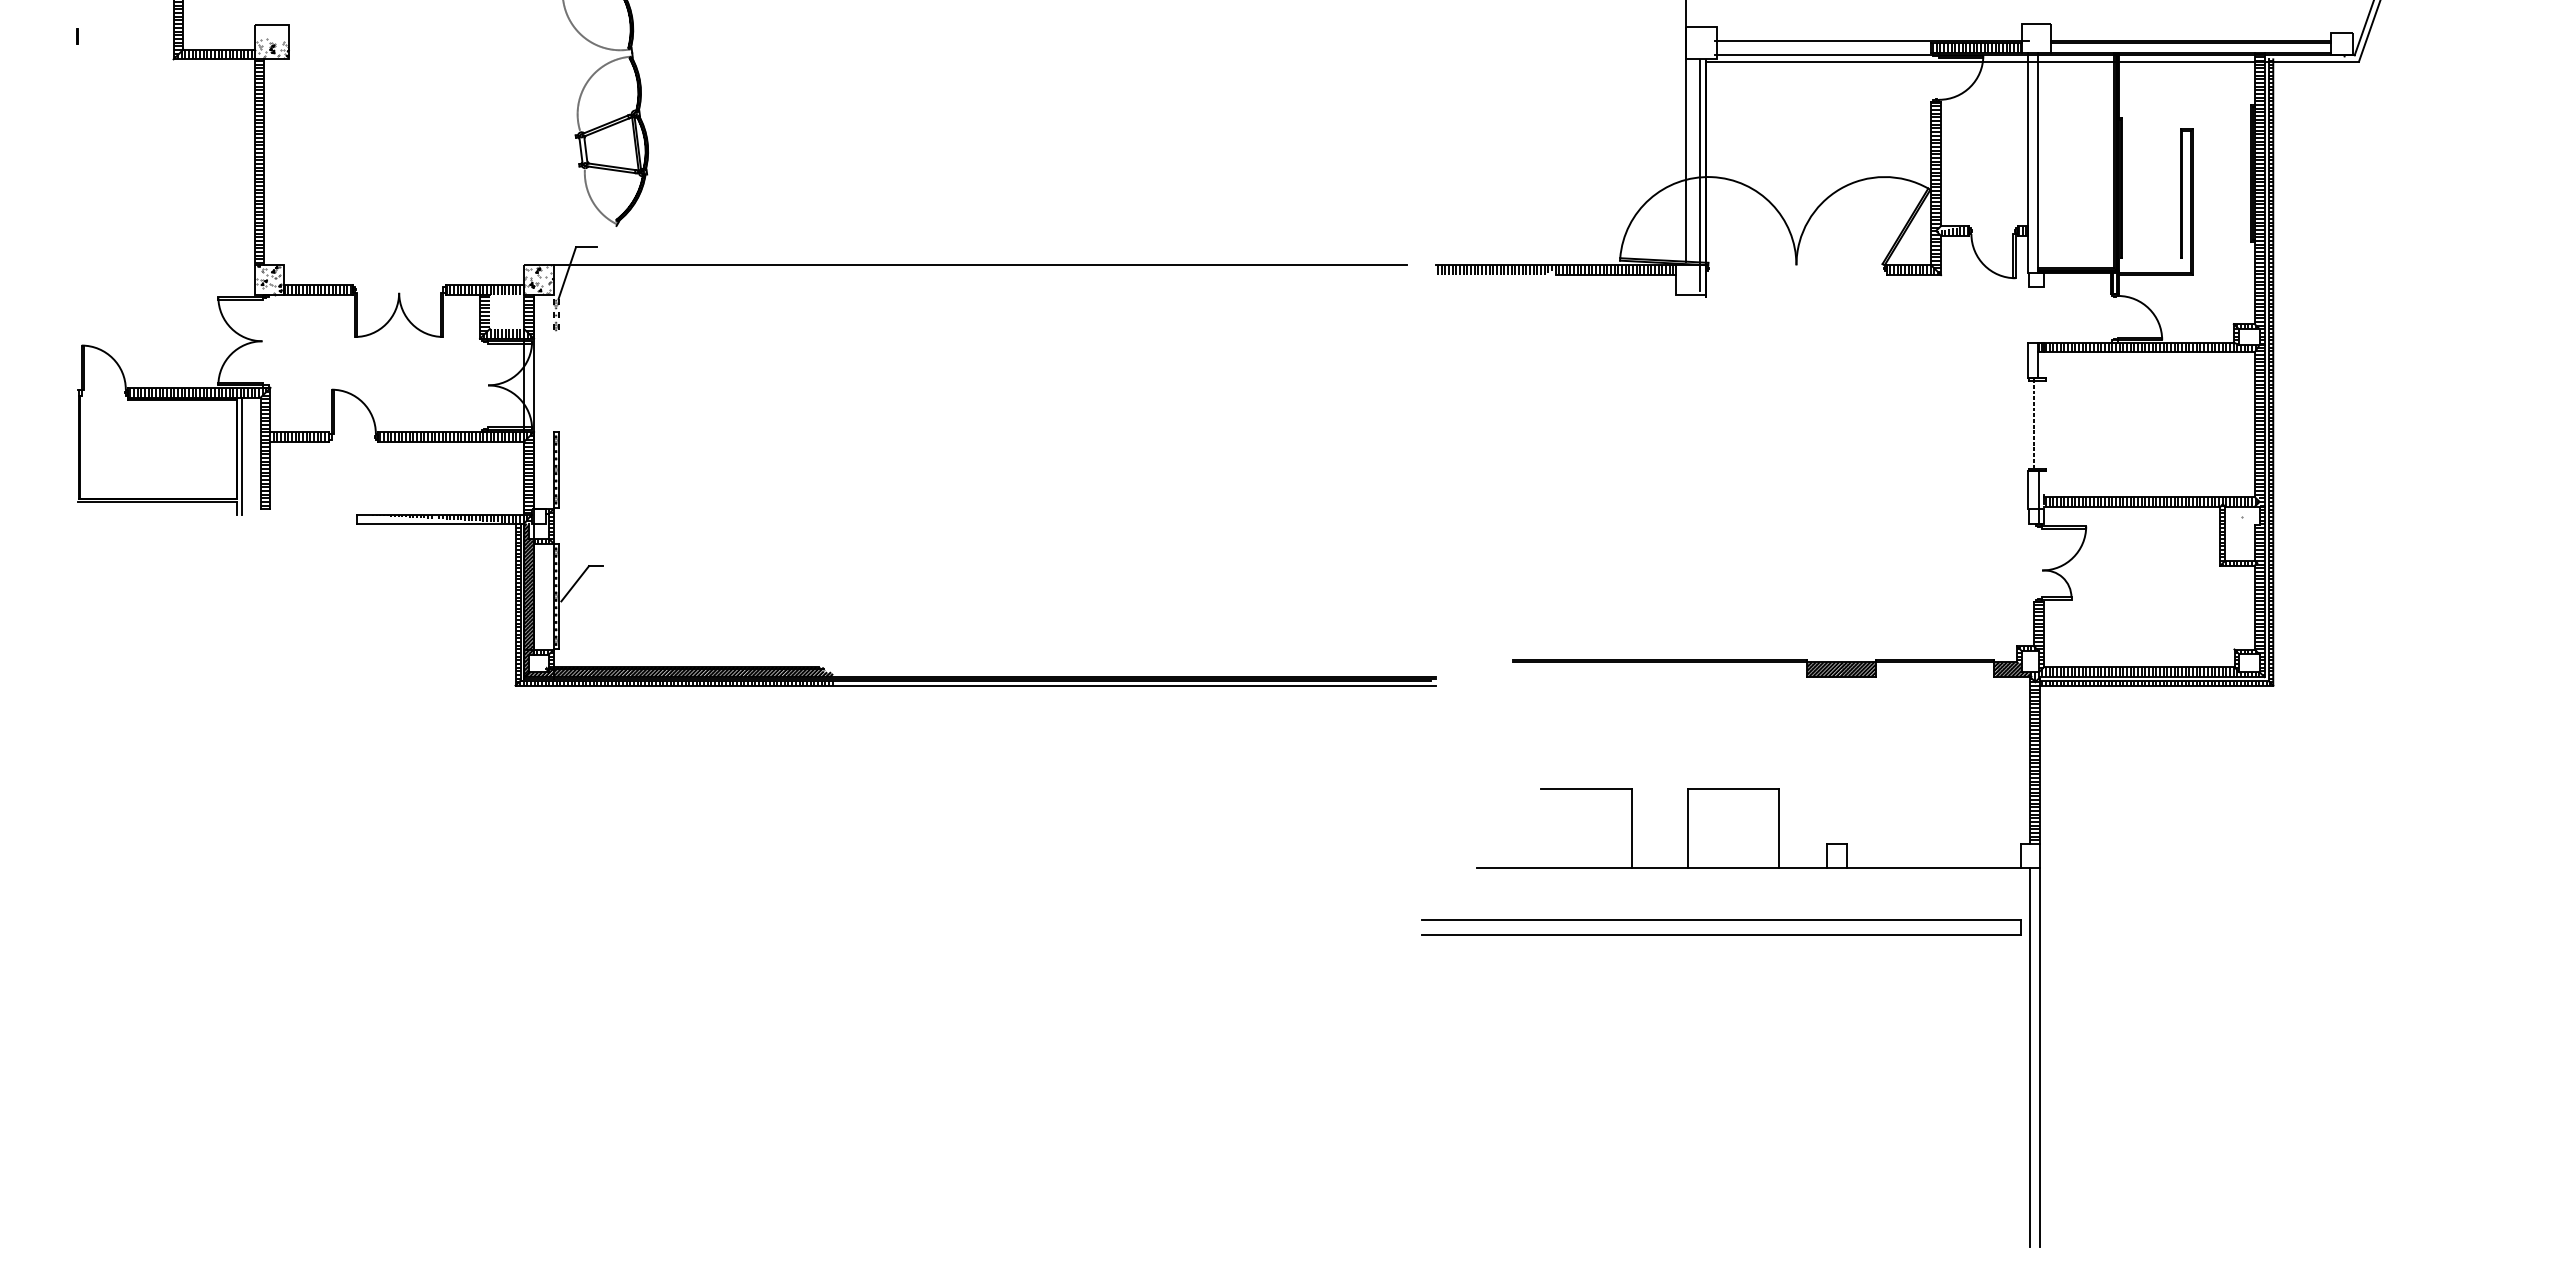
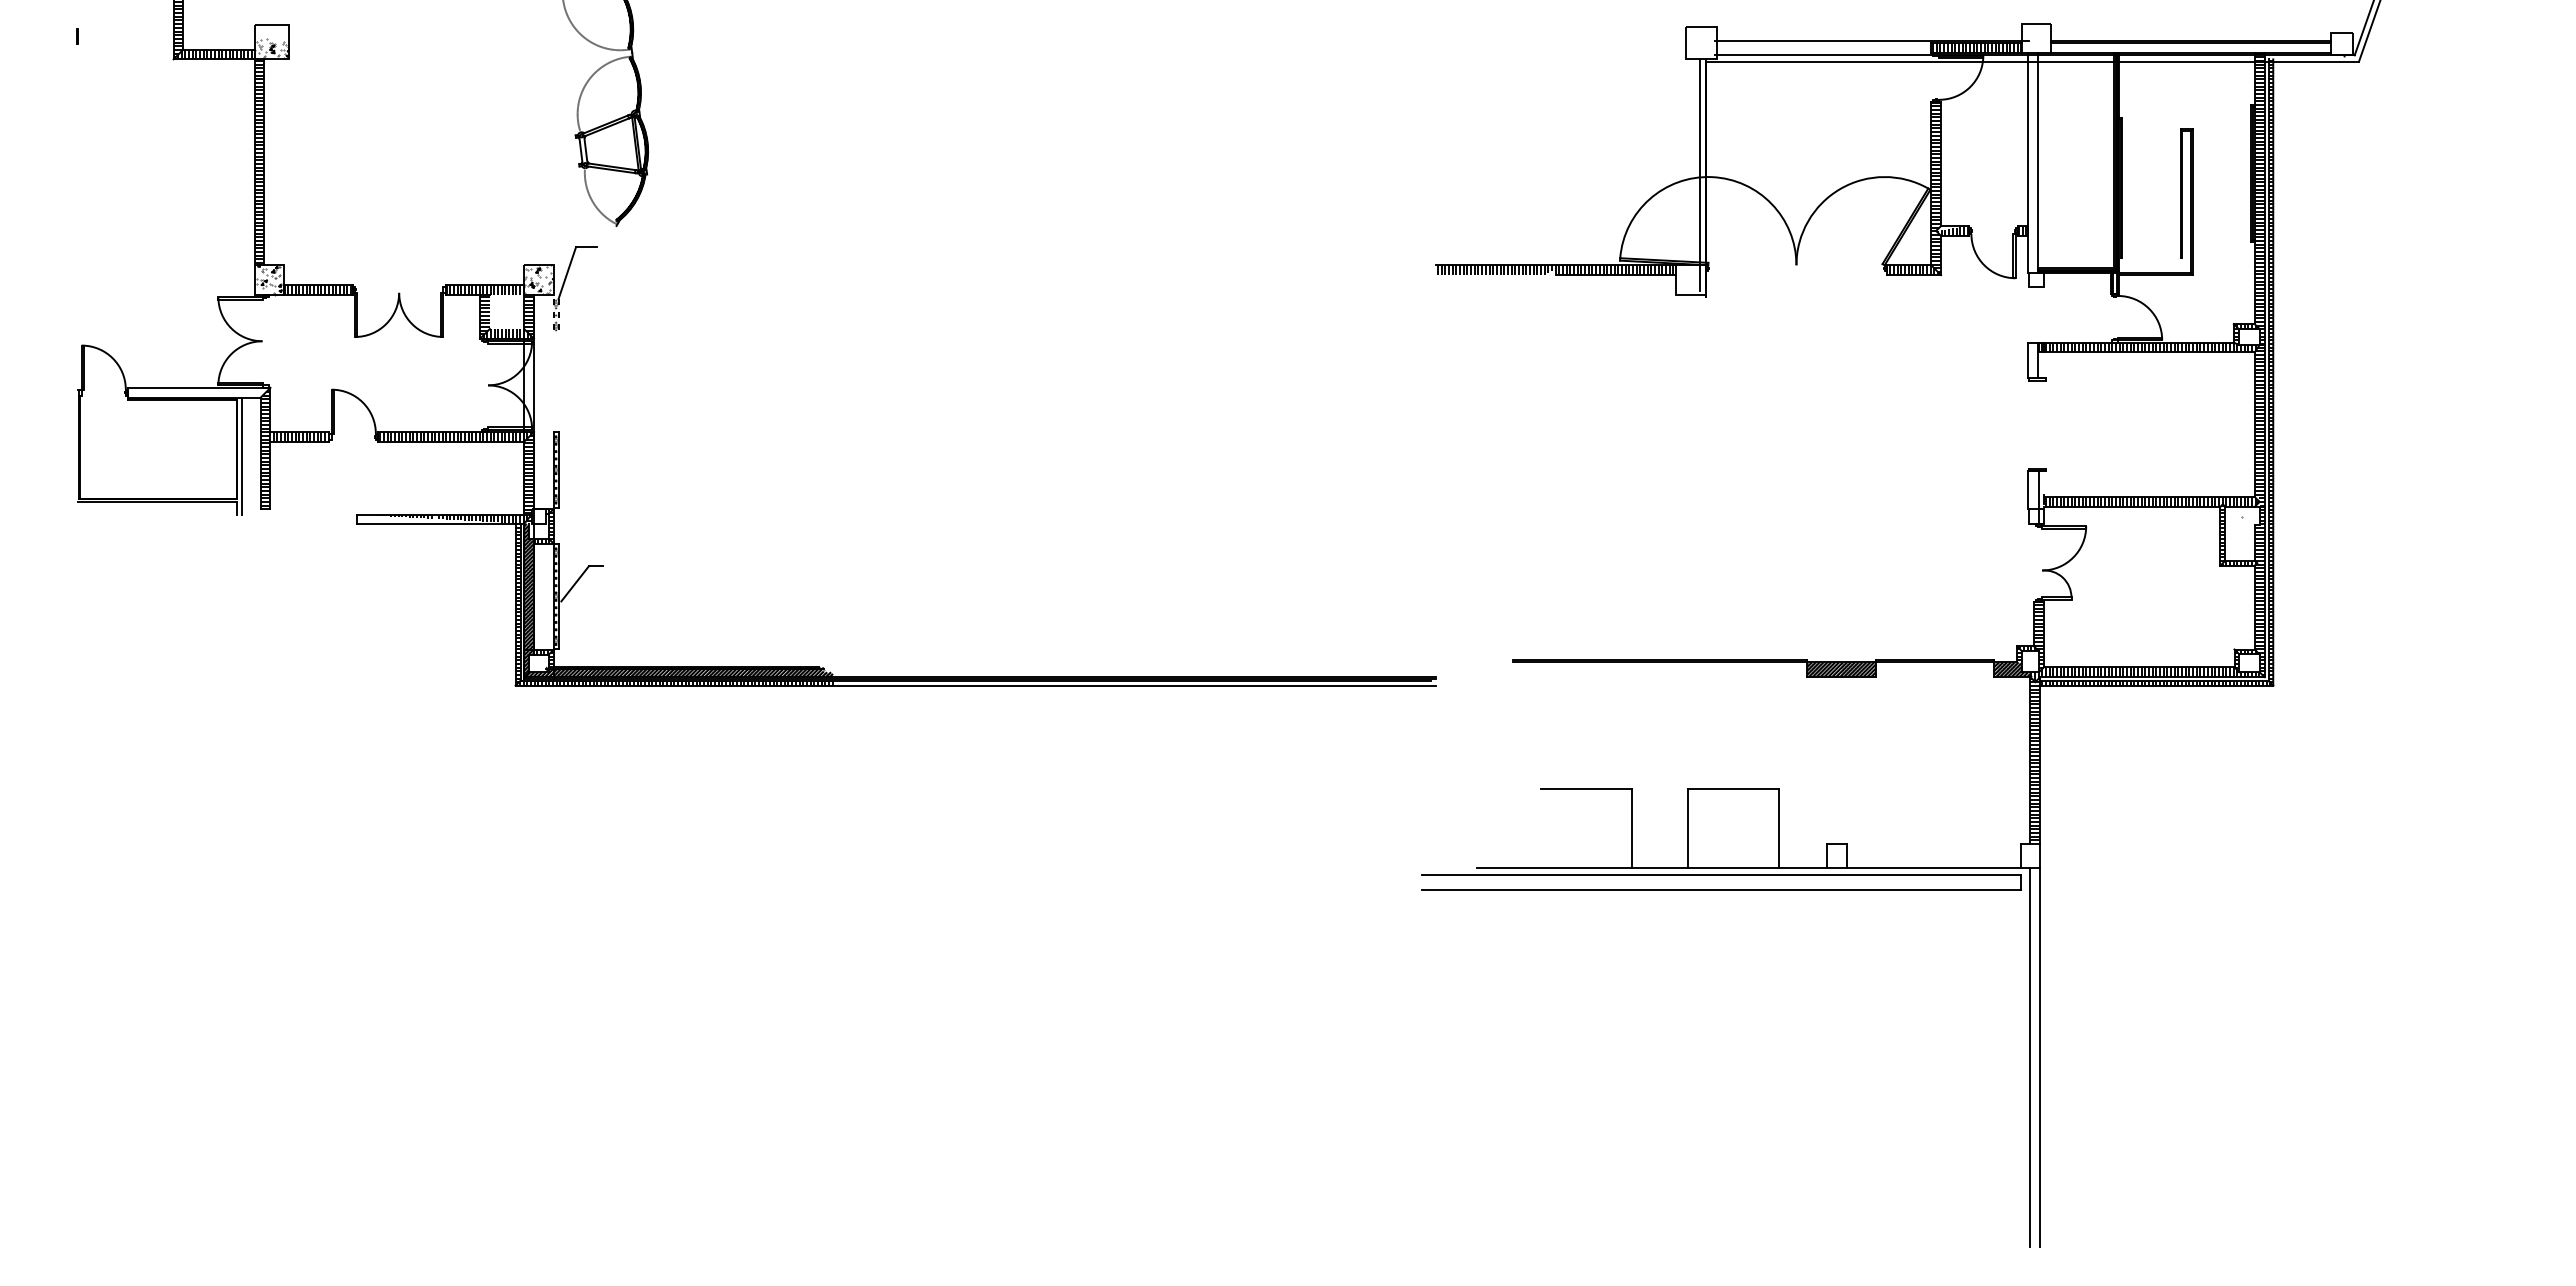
line at (1685, 131): present -> none
line at (979, 265): present -> none
hatch at (200, 392): present -> none
line at (2034, 424): present -> none
part at (1721, 920) position: (1721, 920) -> (1721, 875)
